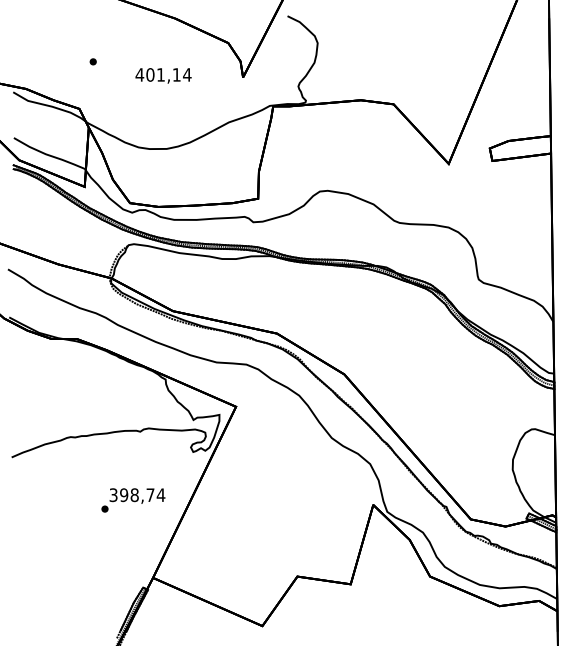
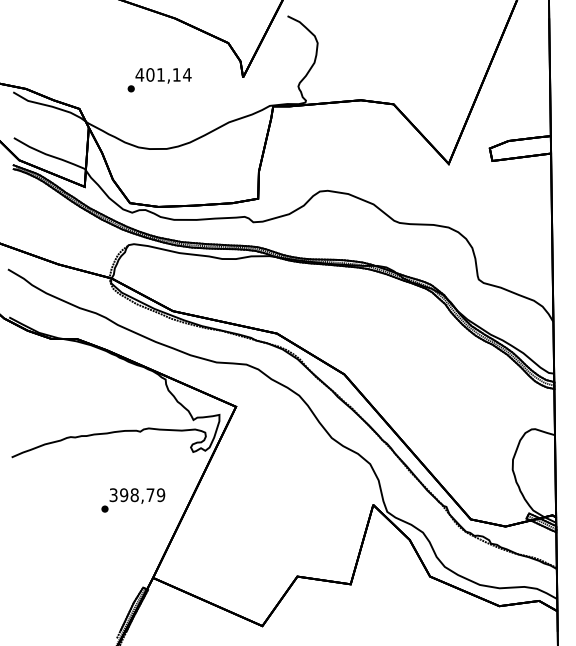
part at (92, 61) position: (92, 61) -> (130, 88)
text at (160, 495): 398,74 -> 398,79
